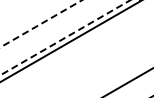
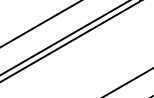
line at (40, 24): dashed -> solid
line at (65, 37): dashed -> solid
